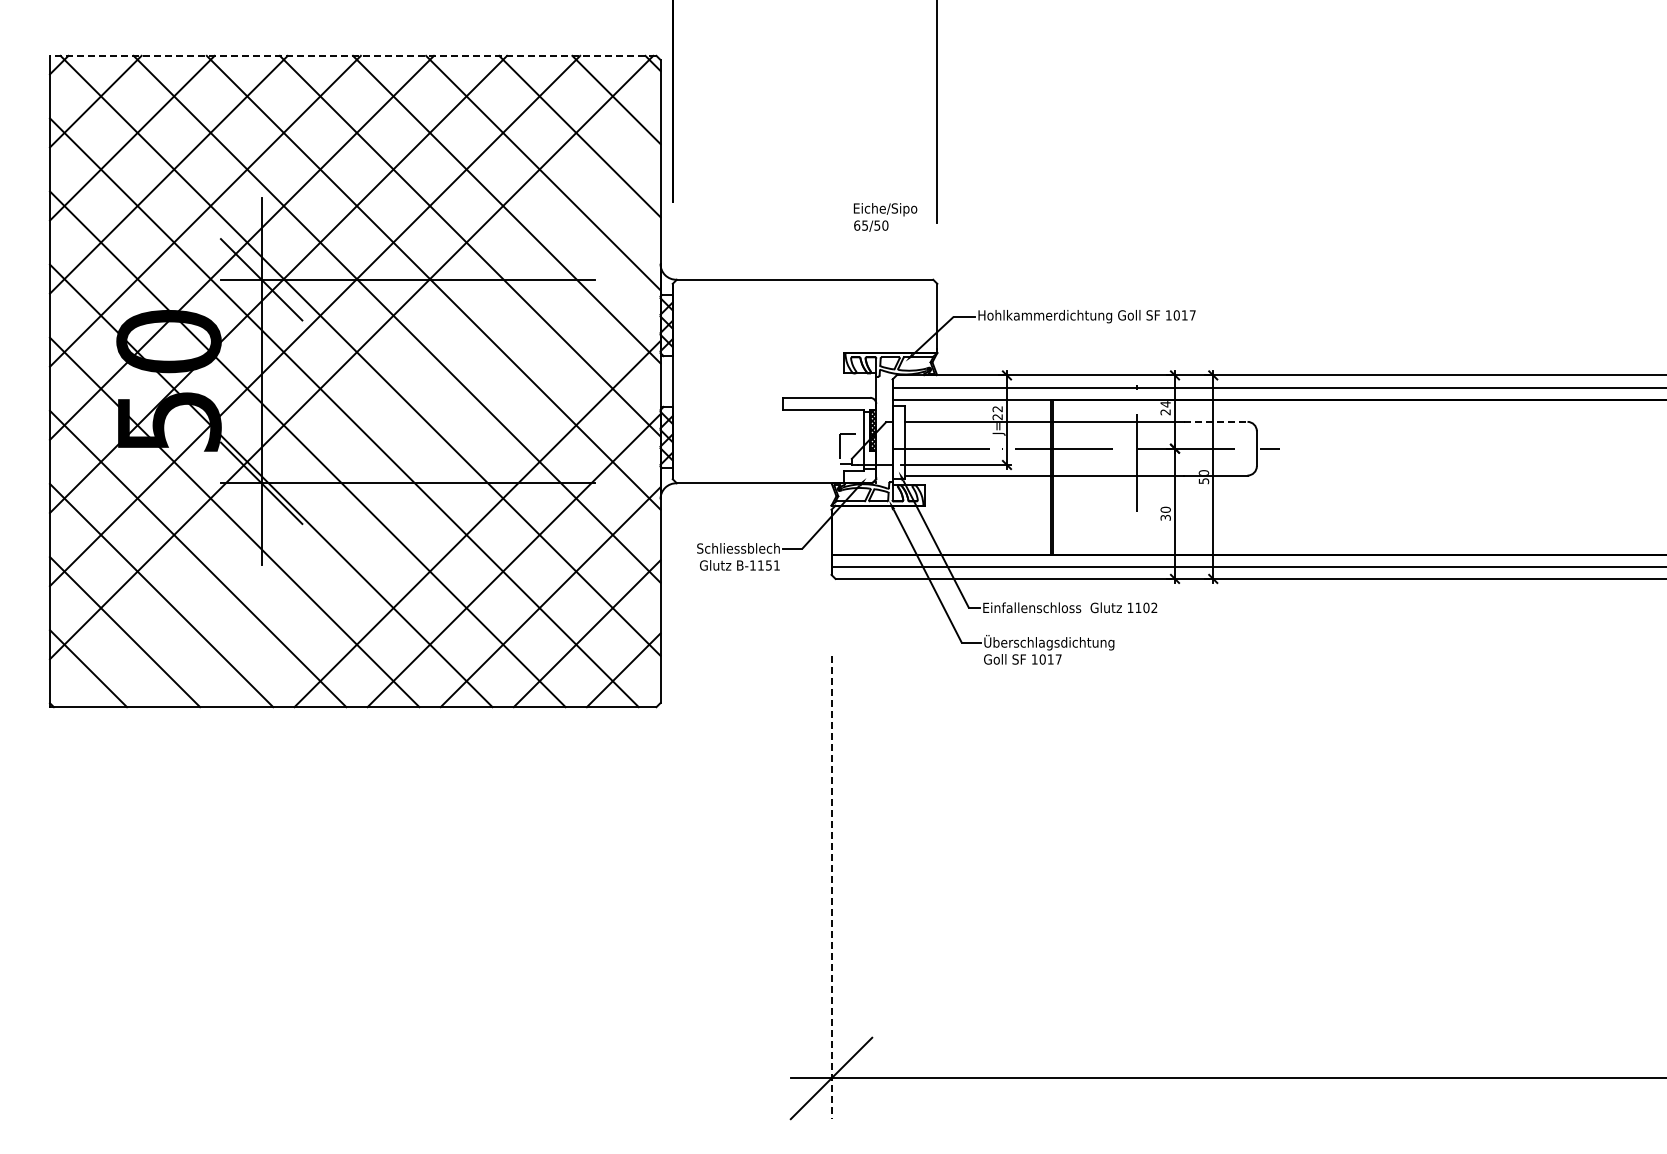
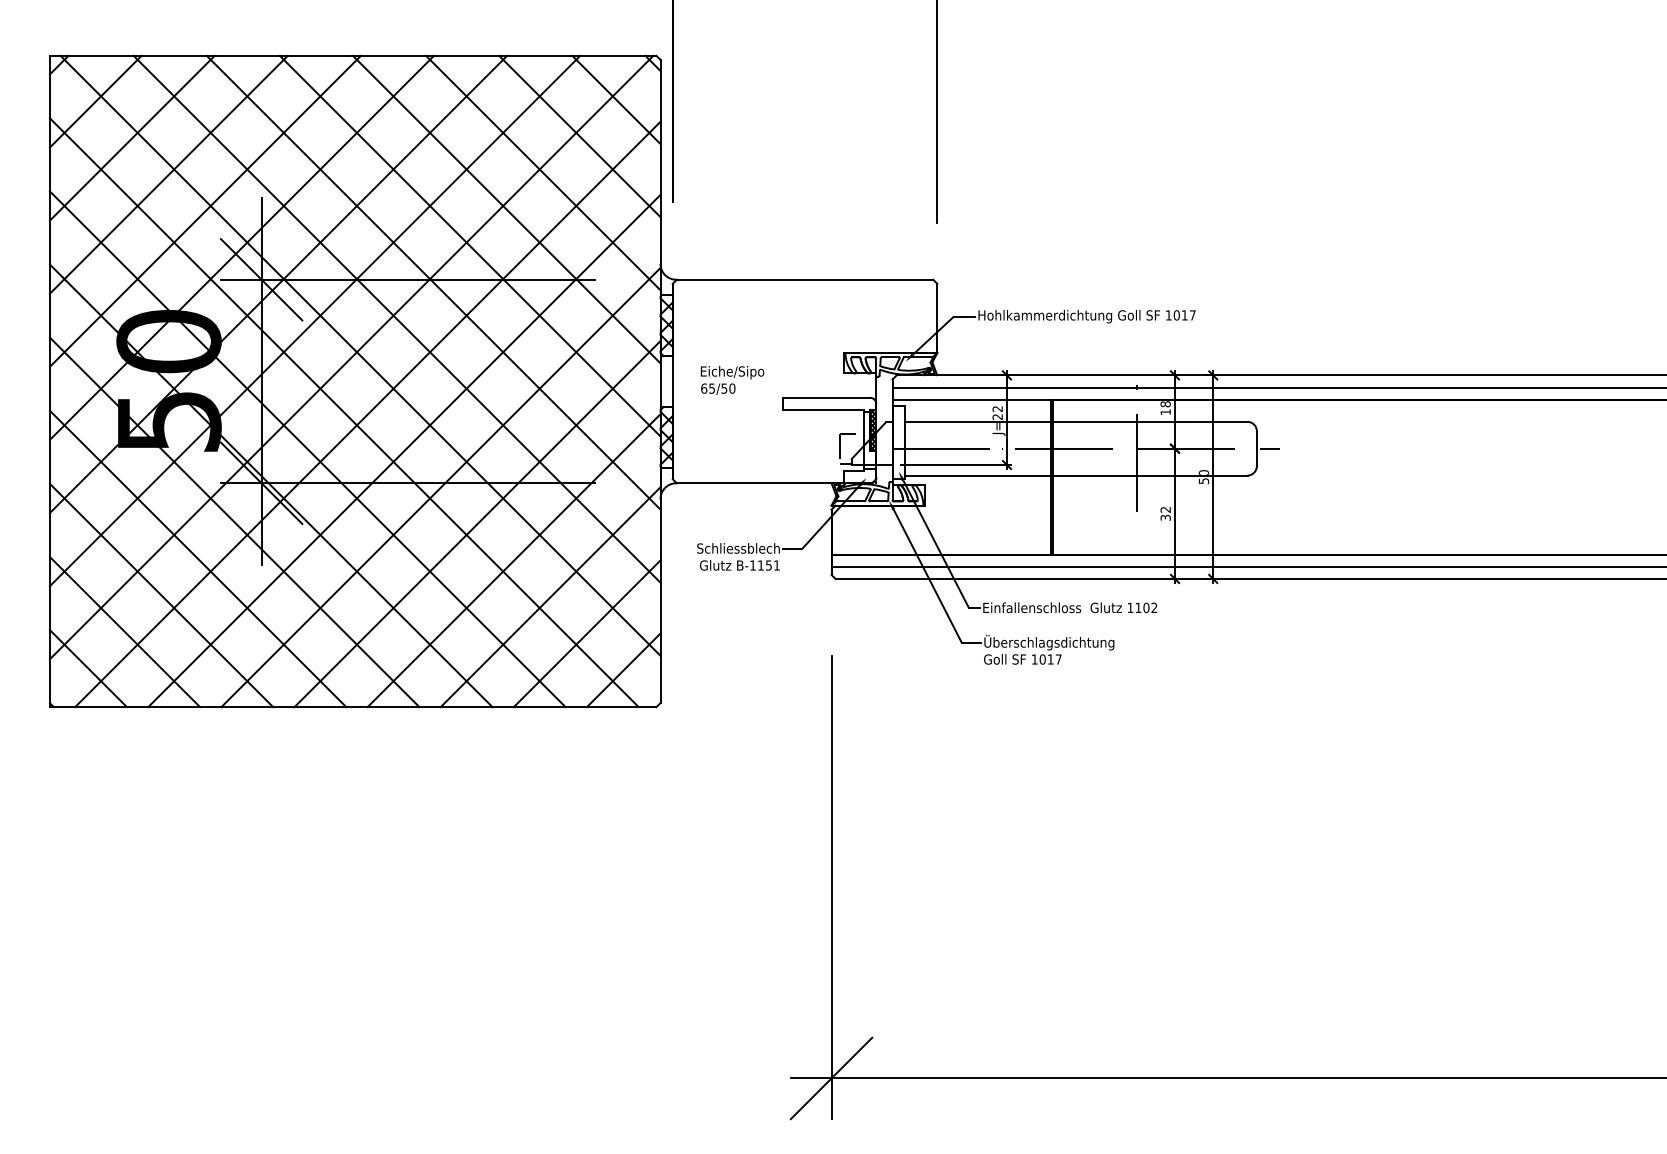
line at (352, 55): dashed -> solid
text at (885, 217) position: (885, 217) -> (732, 380)
text at (1165, 408): 24 -> 18
line at (367, 414): none -> present
line at (1215, 421): dashed -> solid
line at (404, 450): none -> present
line at (440, 487): none -> present
text at (1165, 509): 30 -> 32
line at (831, 888): dashed -> solid
